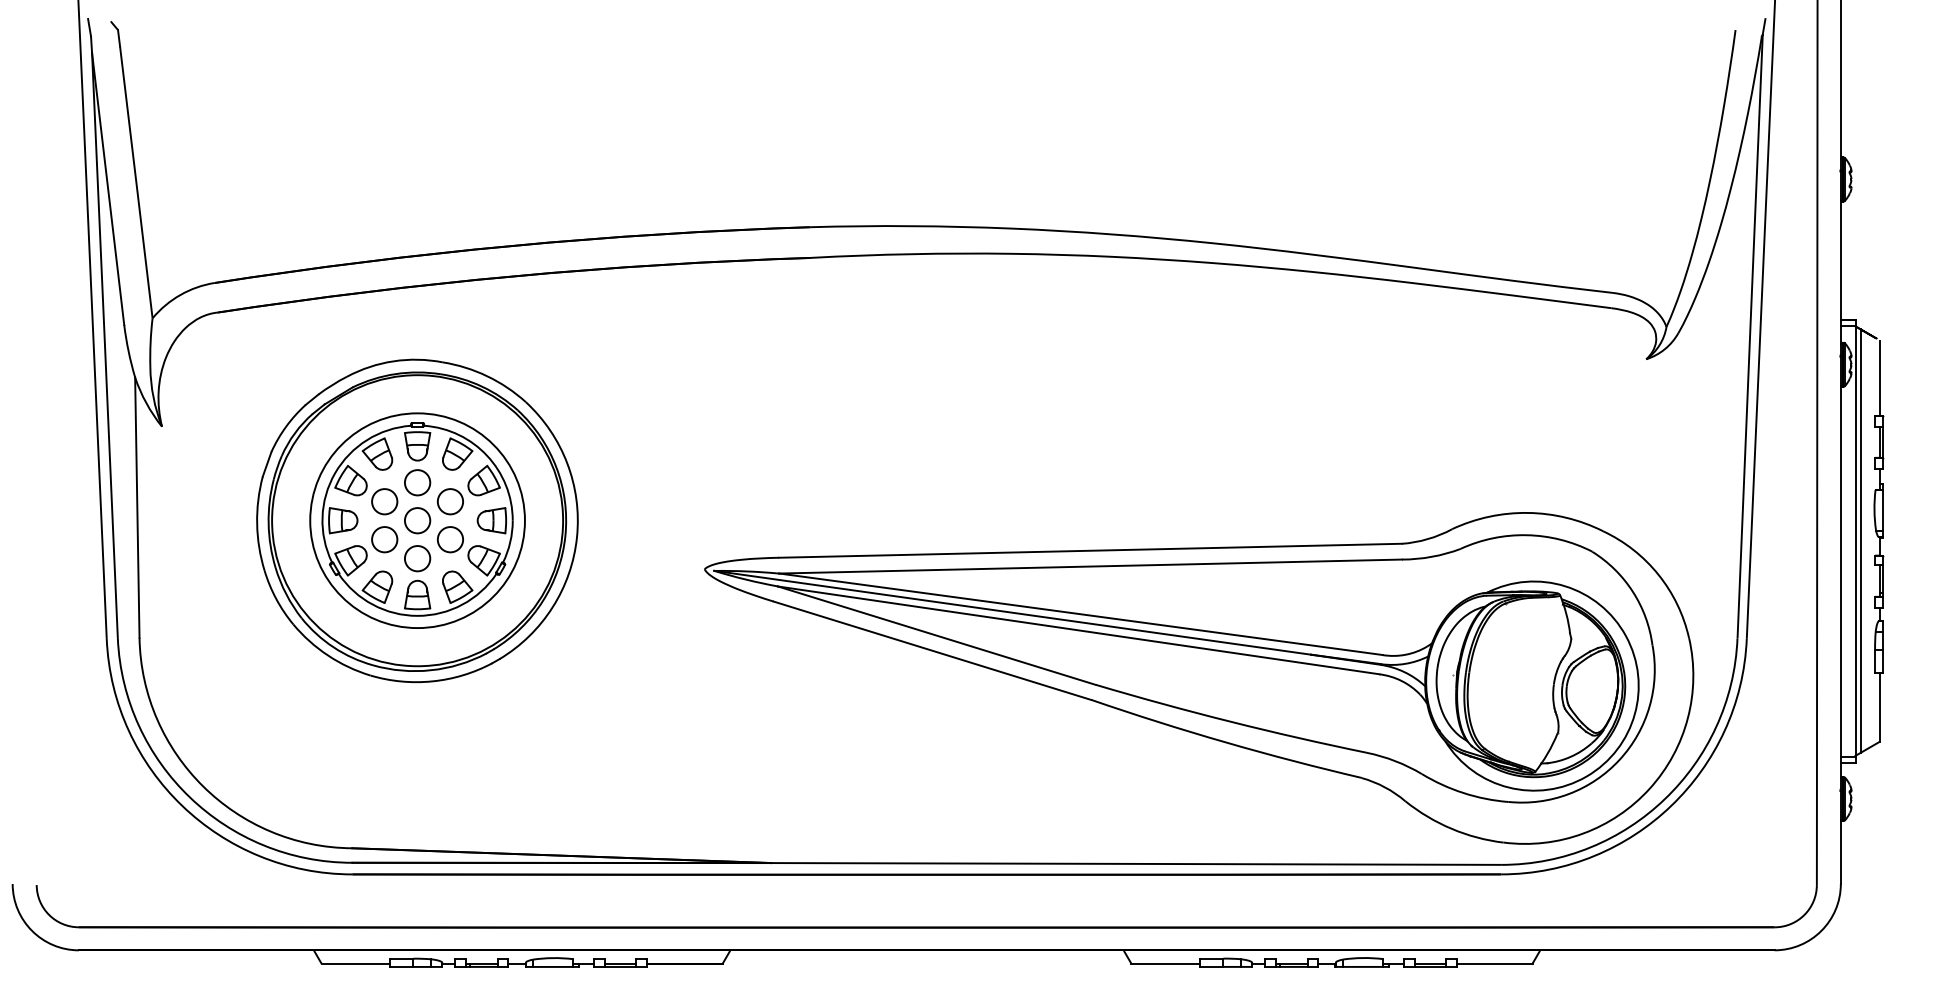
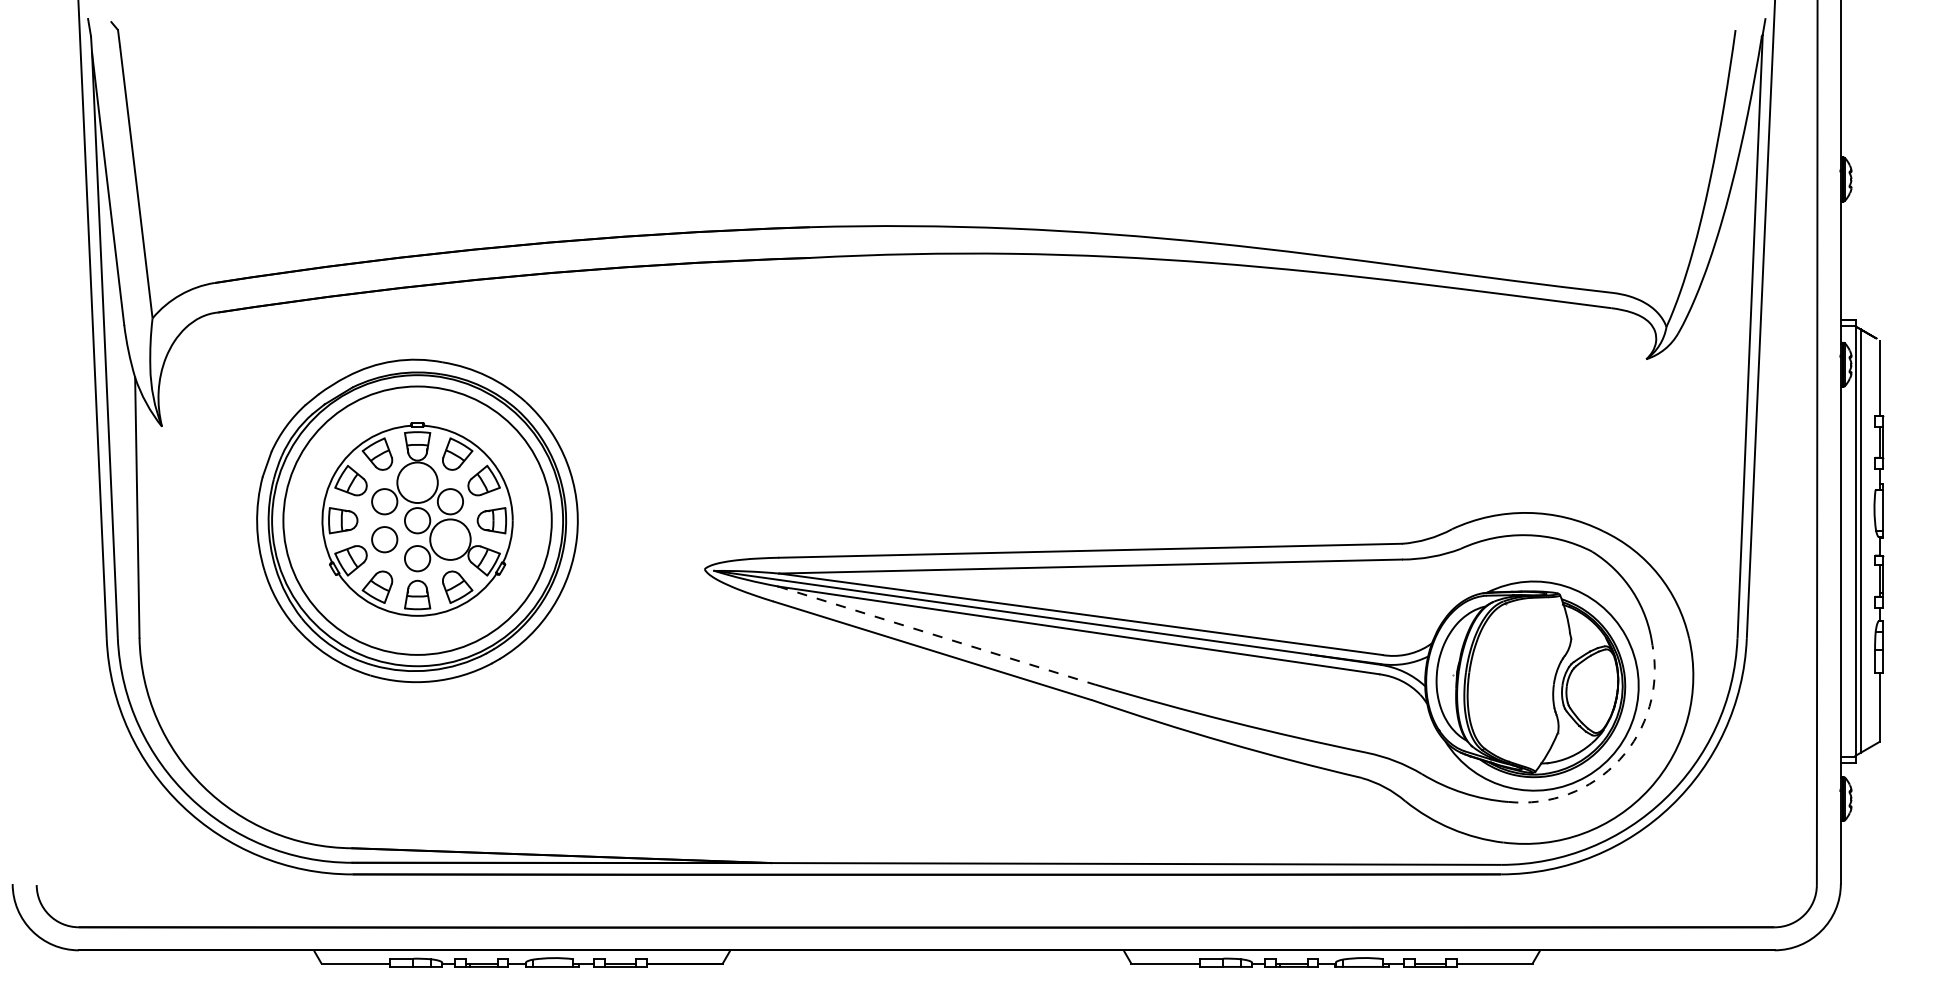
circle at (417, 482) diameter: 25 px -> 40 px
circle at (417, 520) diameter: 215 px -> 268 px
circle at (450, 539) diameter: 25 px -> 40 px
line at (937, 635): solid -> dashed
arc at (1619, 759): solid -> dashed
